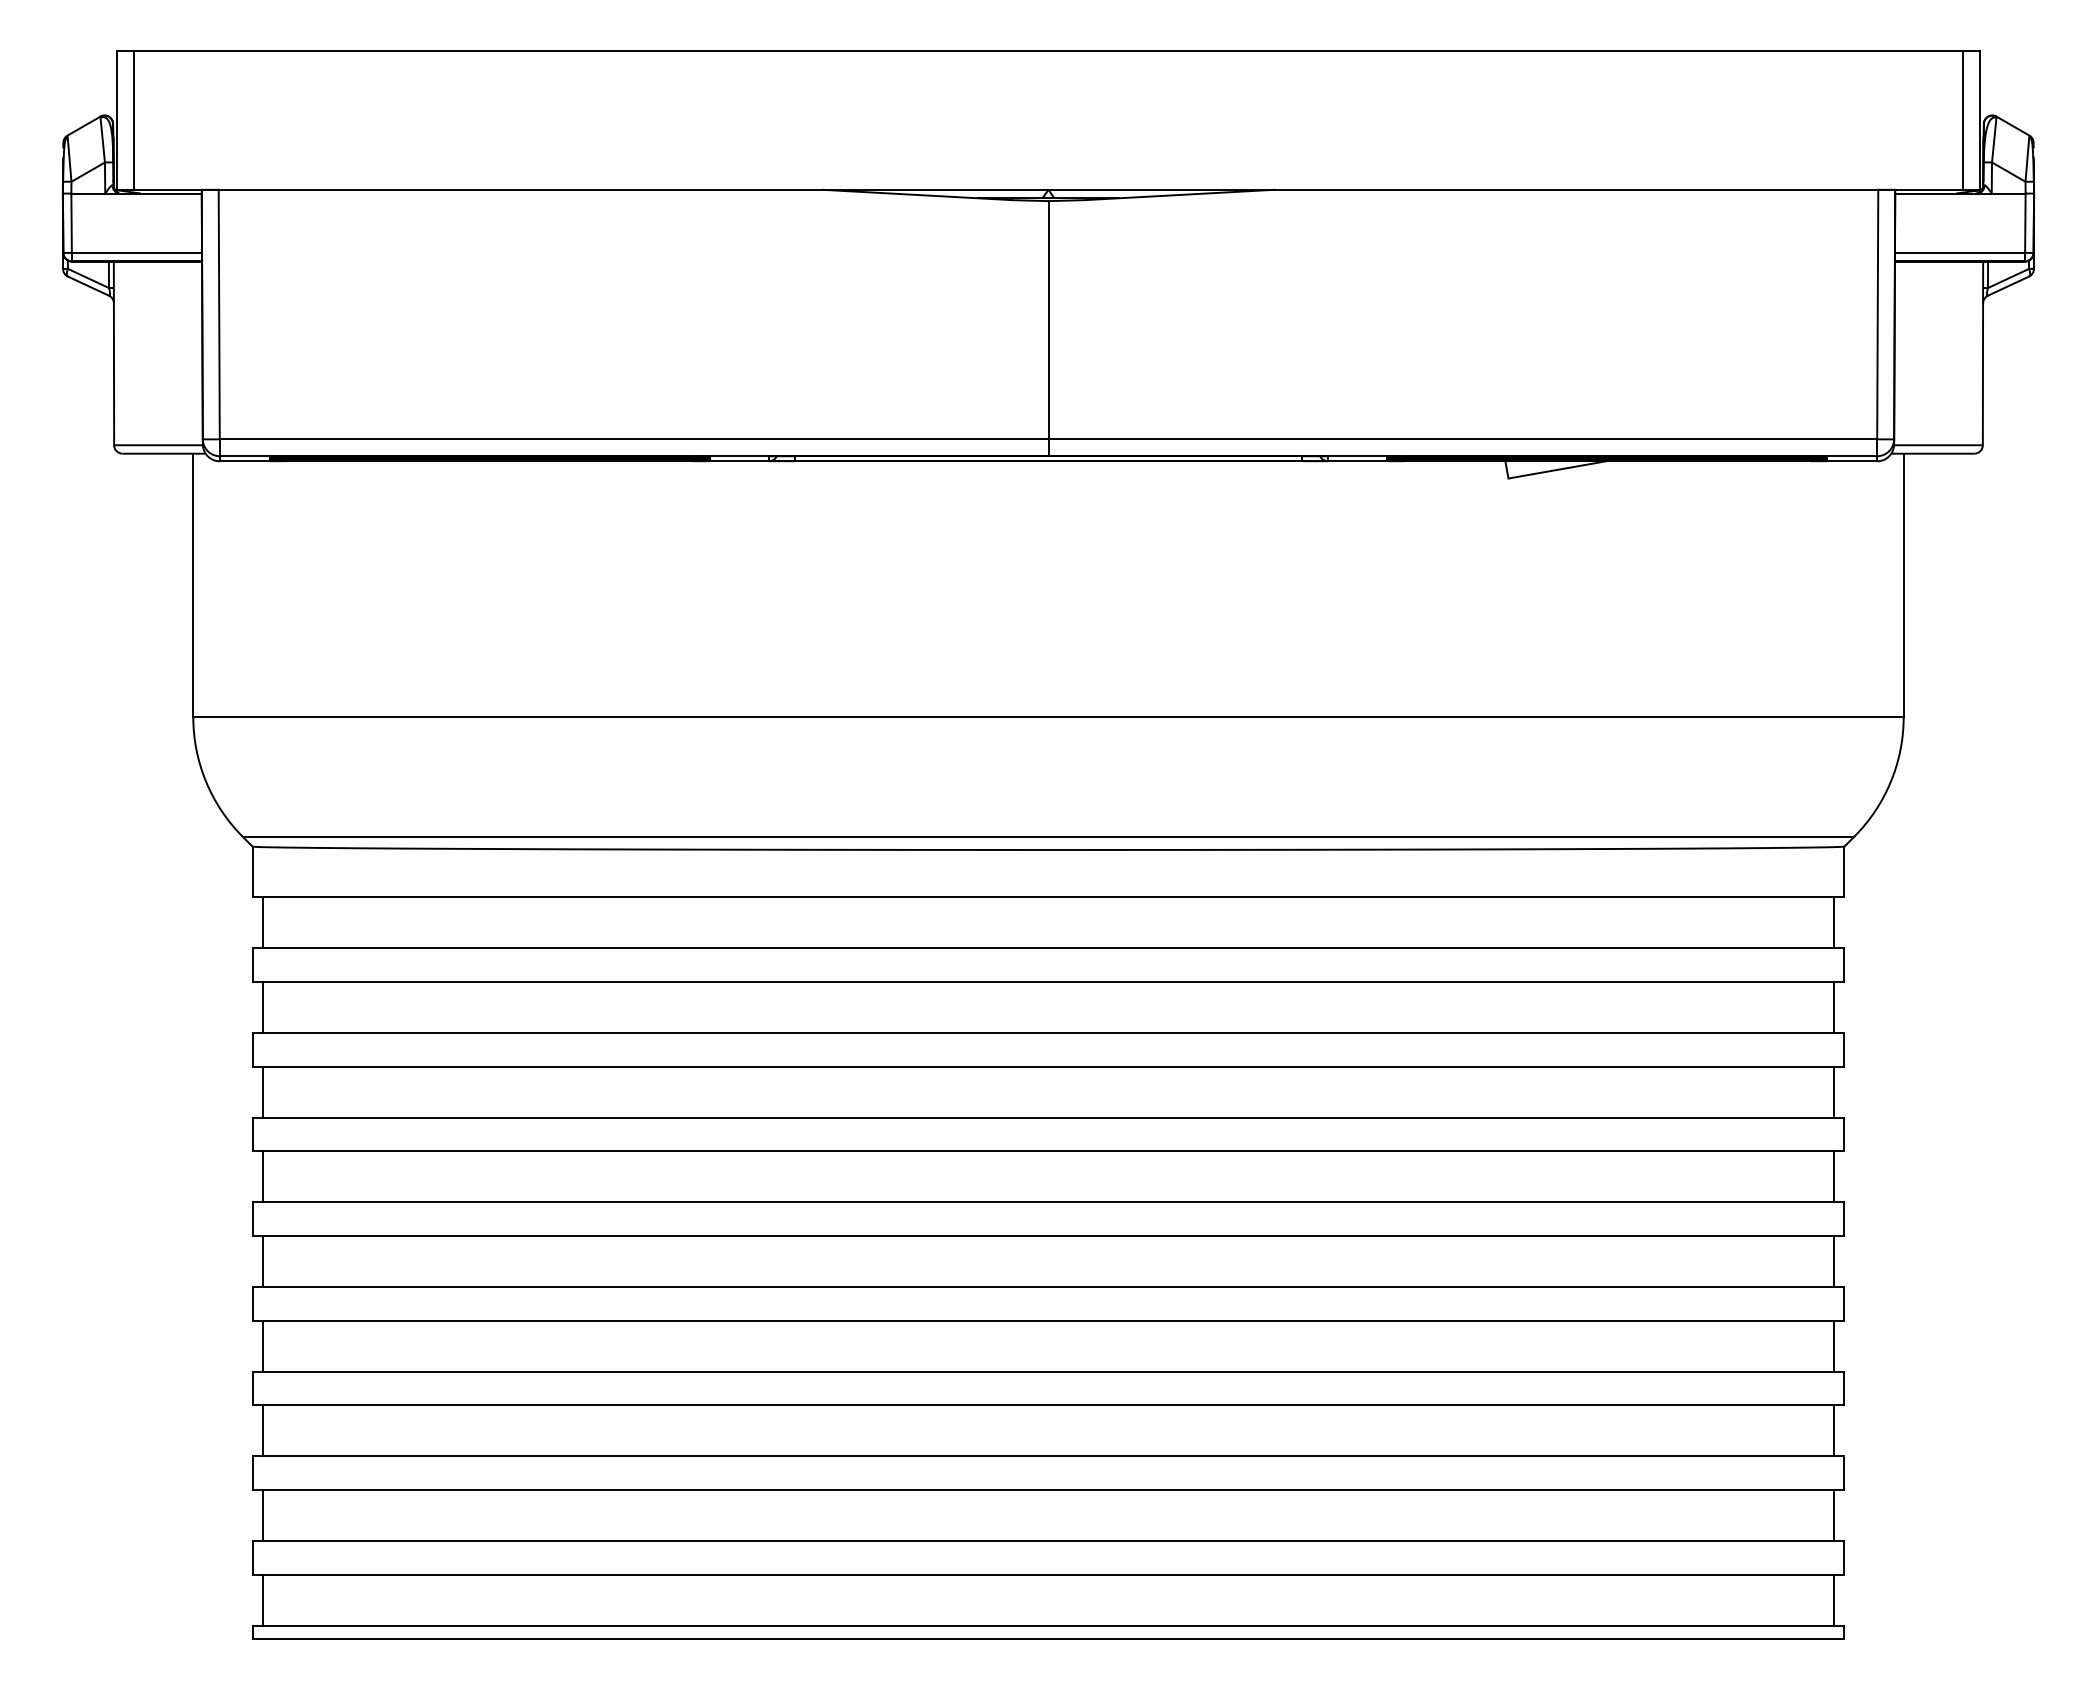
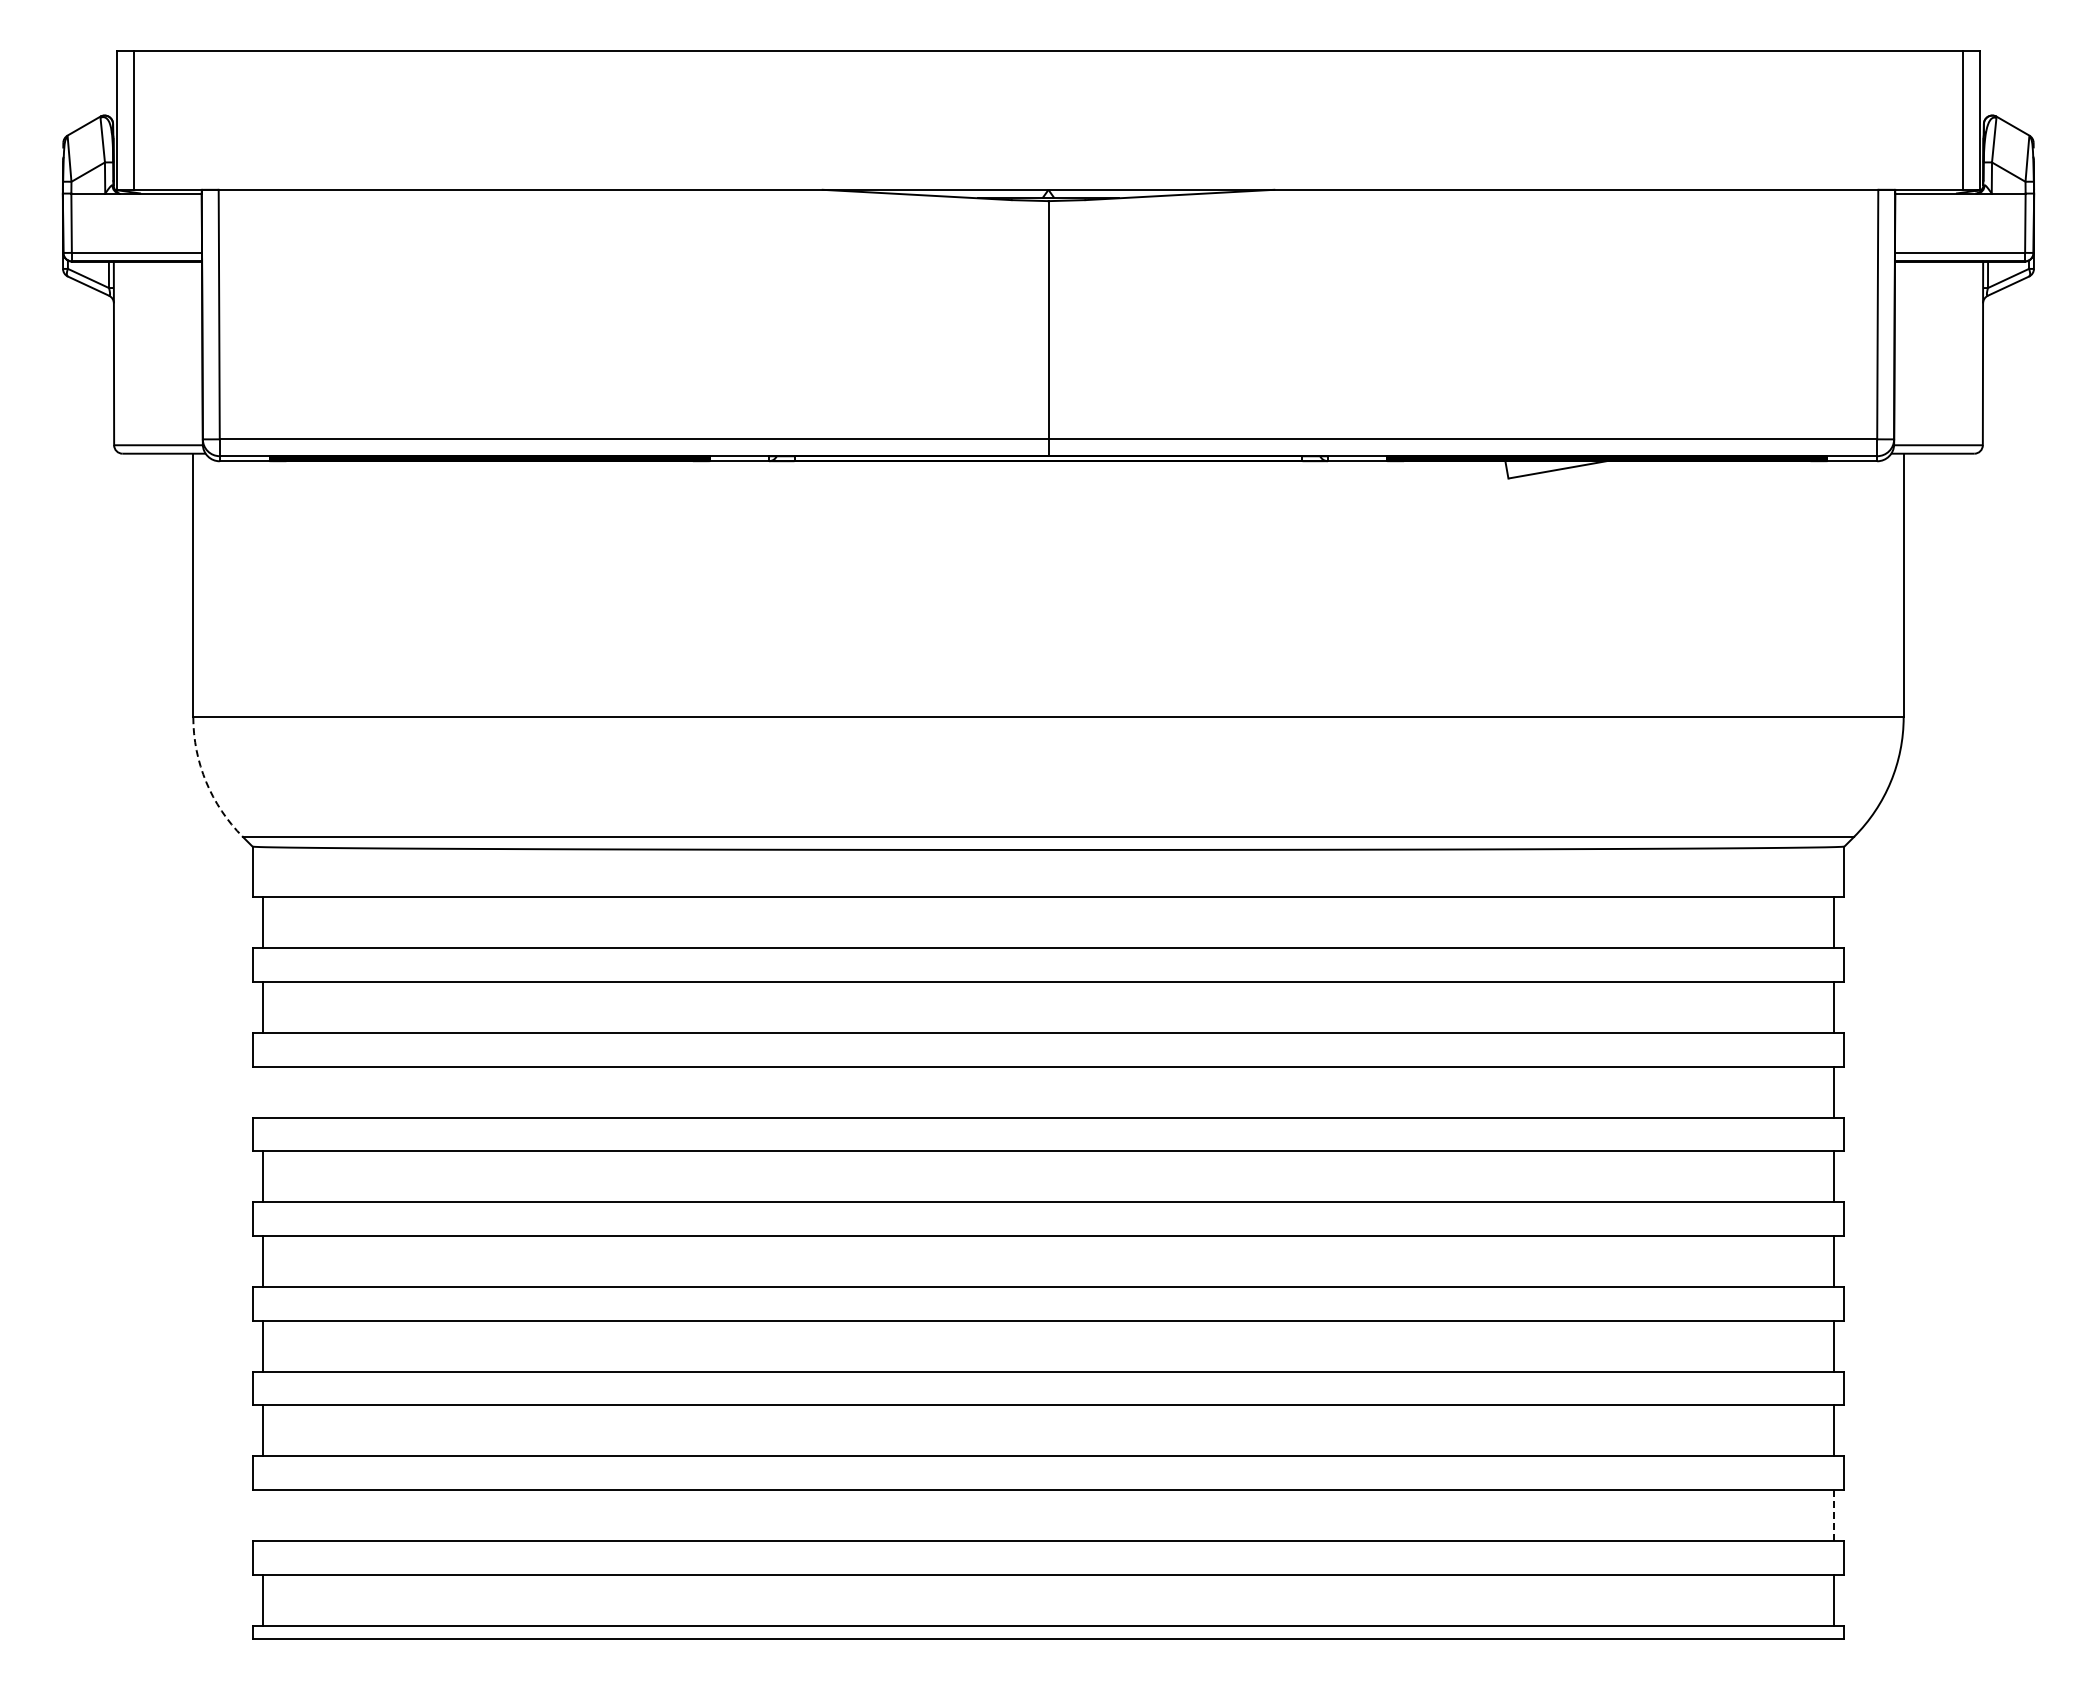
arc at (206, 781): solid -> dashed
line at (262, 1091): present -> none
line at (262, 1515): present -> none
line at (1834, 1516): solid -> dashed
